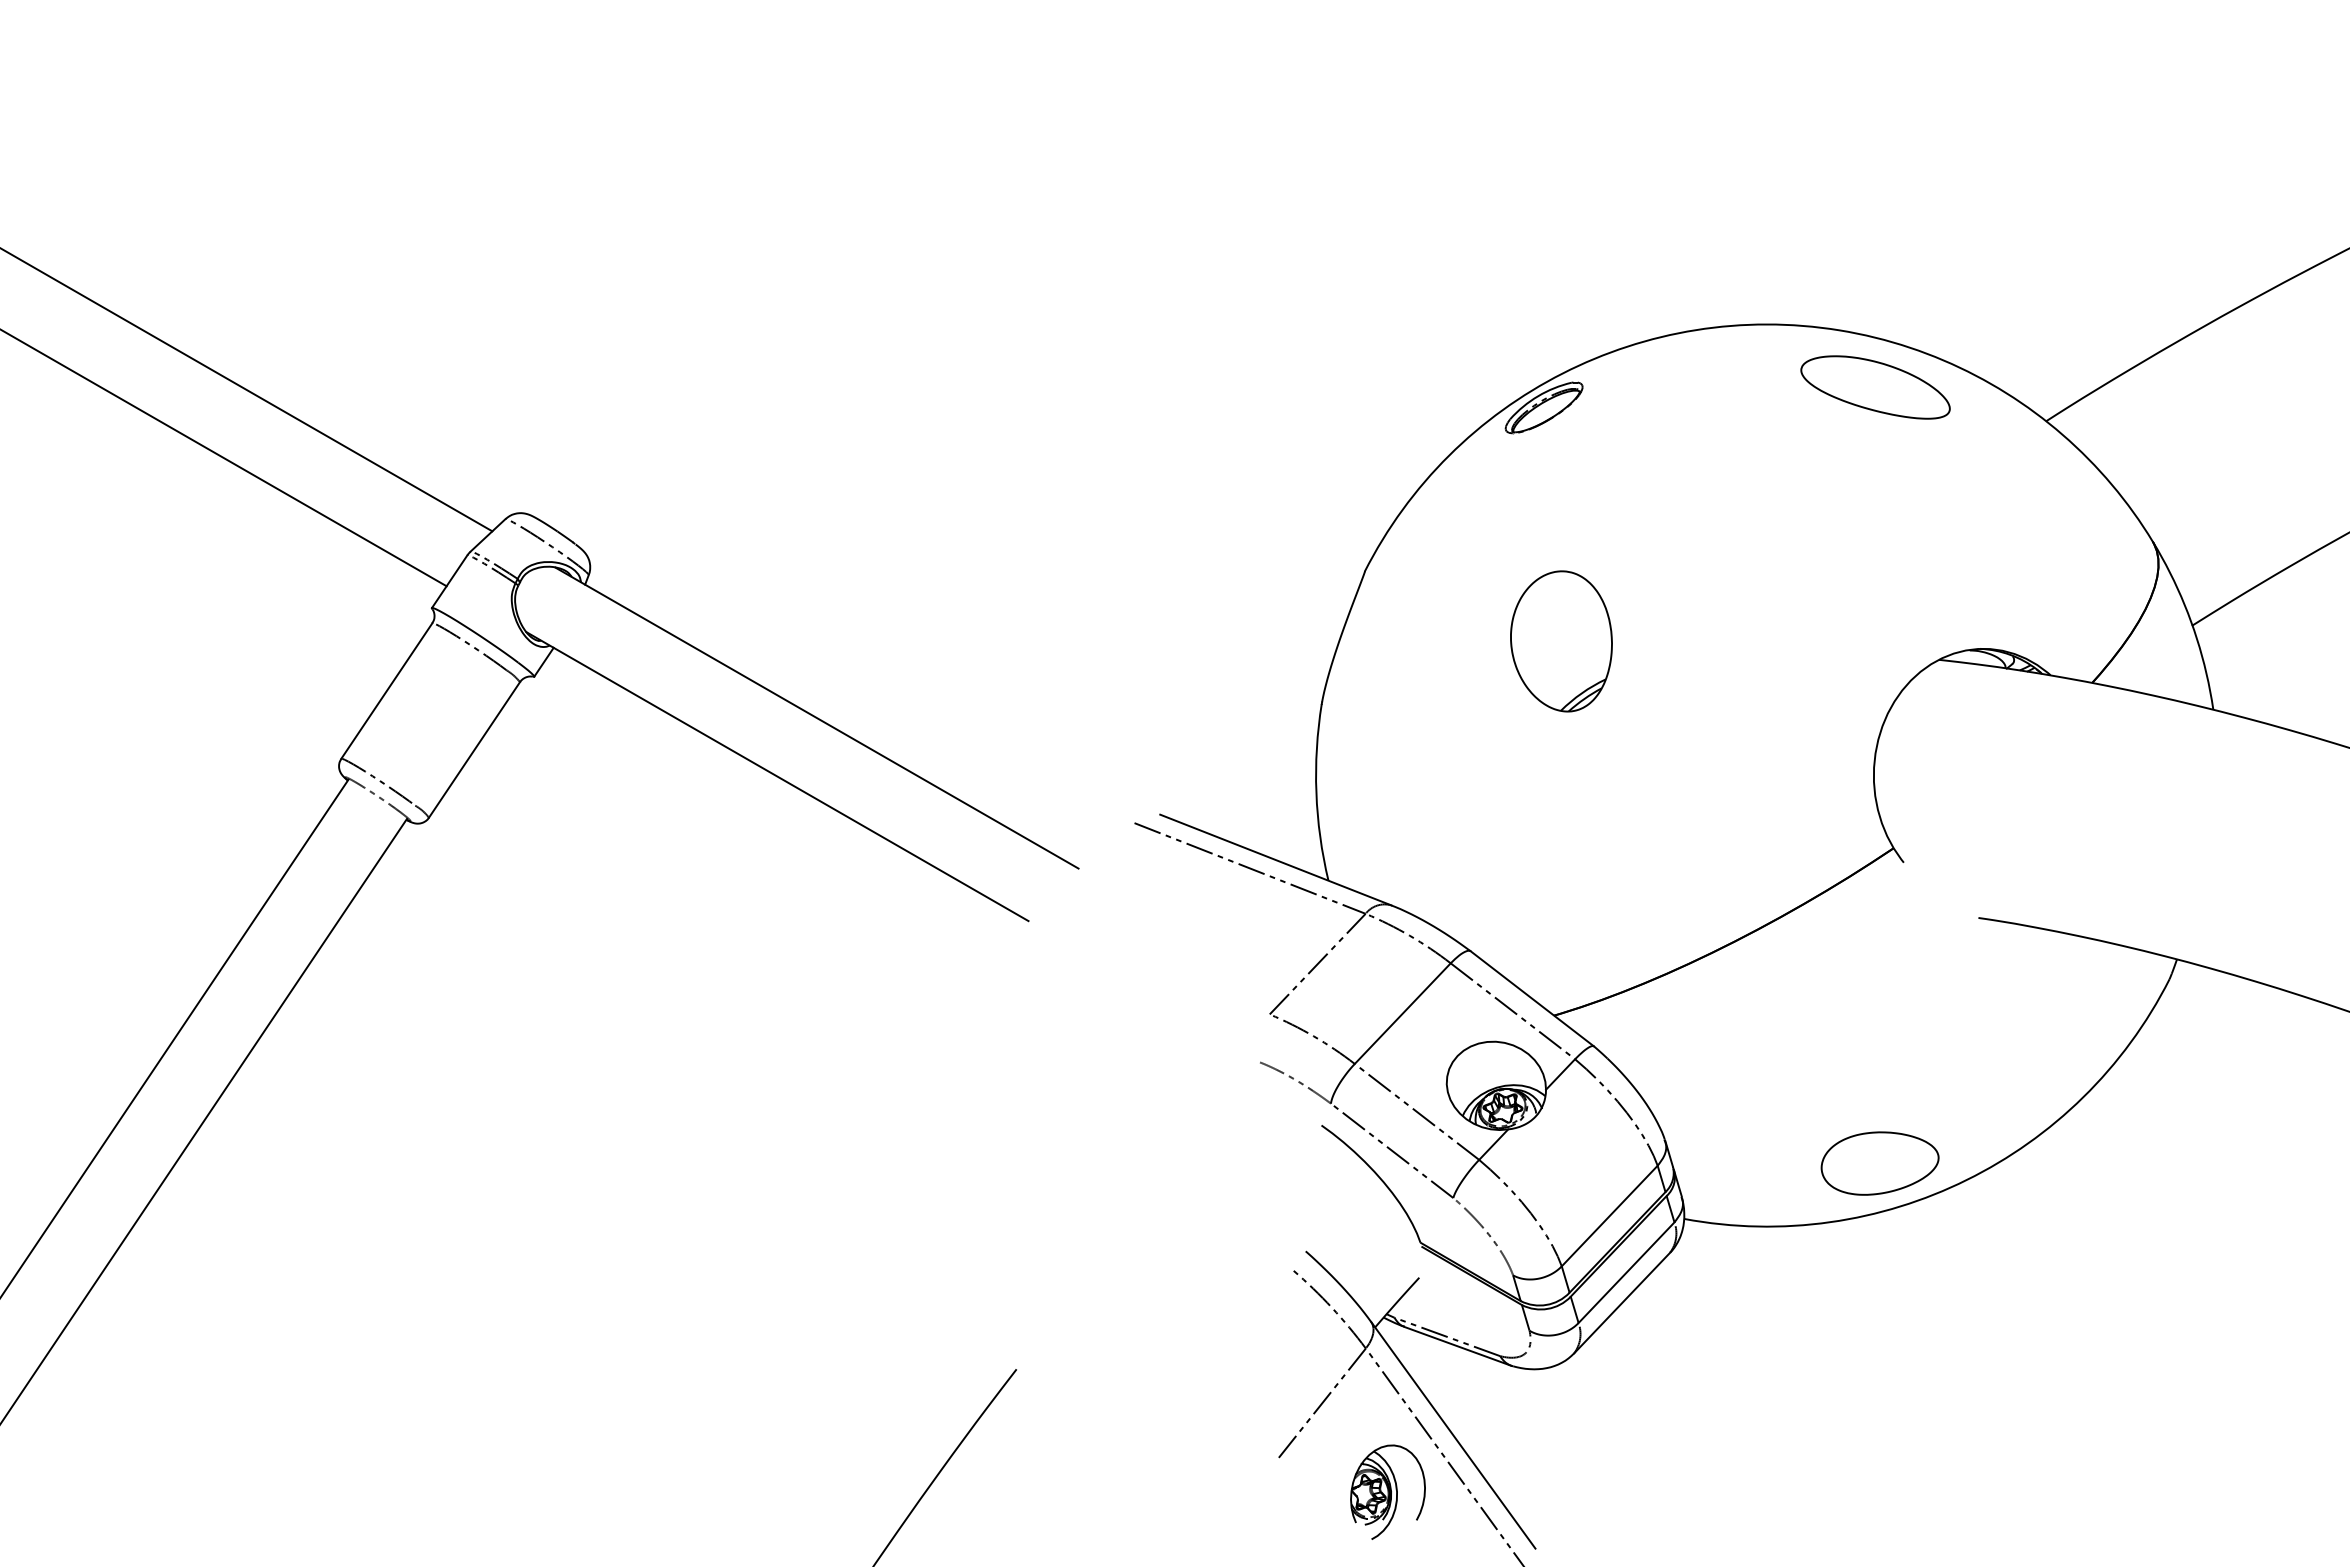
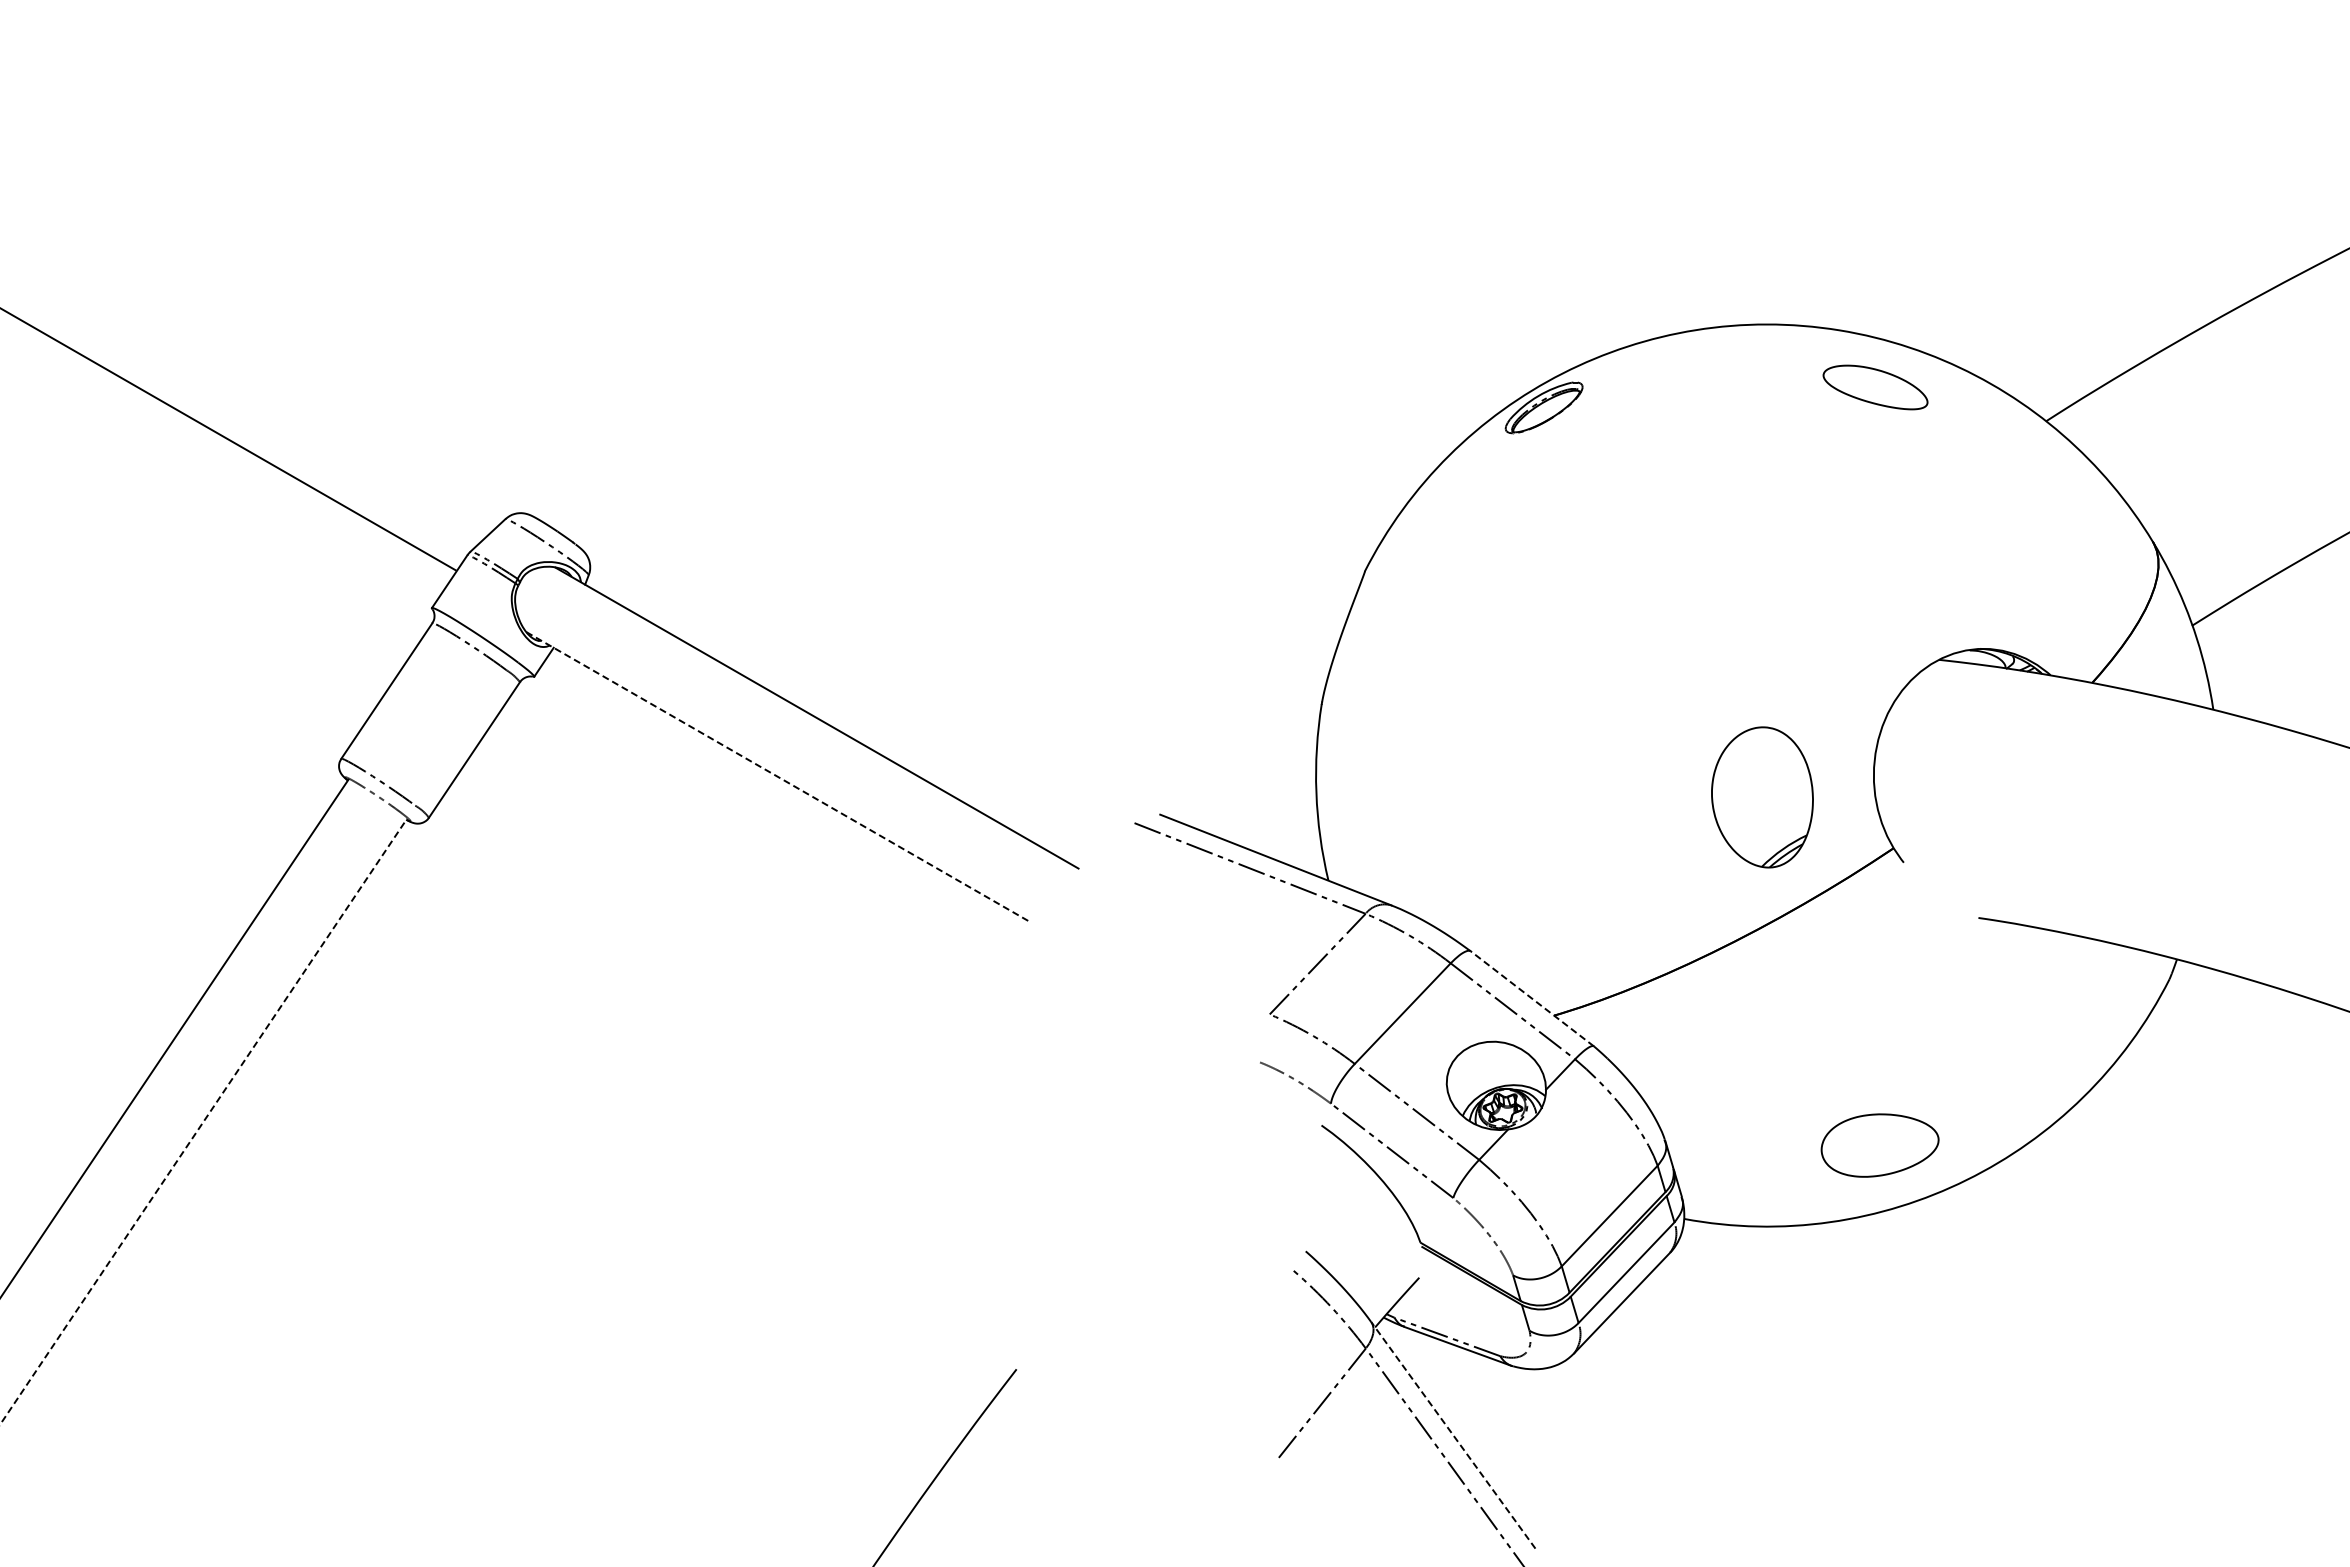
part at (1875, 387) size: 151x65 px -> 107x47 px
line at (247, 390): present -> none
line at (224, 458) position: (224, 458) -> (228, 439)
part at (1561, 641) position: (1561, 641) -> (1762, 797)
line at (777, 776): solid -> dashed
line at (1532, 998): solid -> dashed
line at (203, 1121): solid -> dashed
part at (1879, 1163) position: (1879, 1163) -> (1879, 1145)
line at (1453, 1435): solid -> dashed
part at (1387, 1491): present -> none
